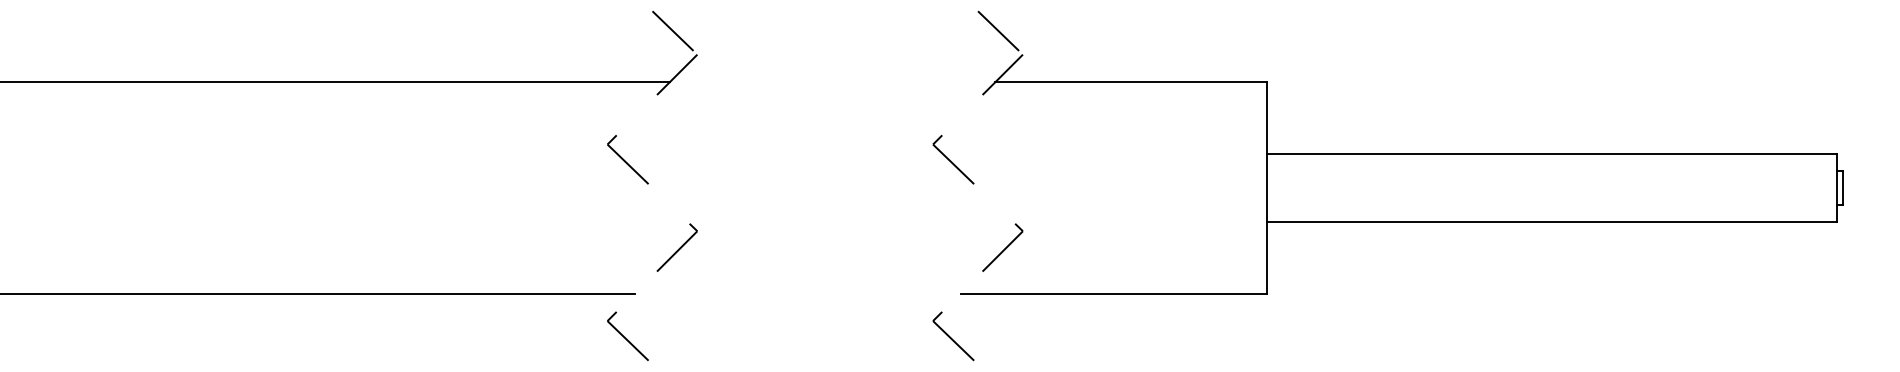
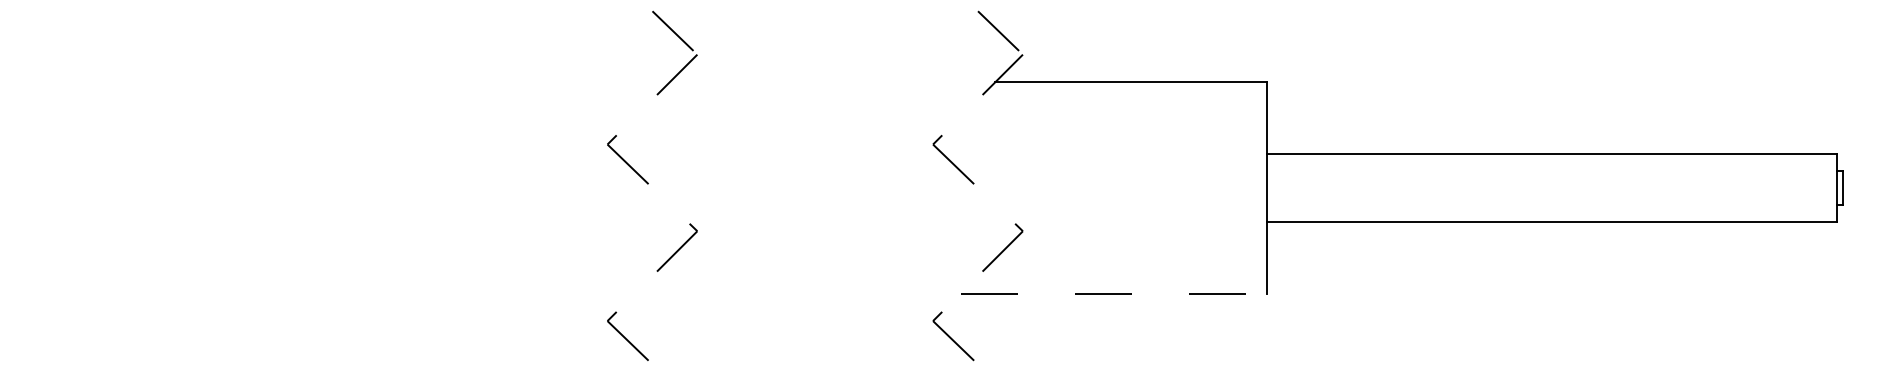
line at (335, 82): present -> none
line at (318, 293): present -> none
line at (1114, 293): solid -> dashed
